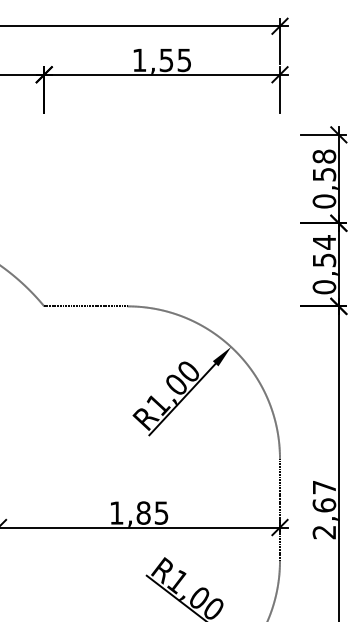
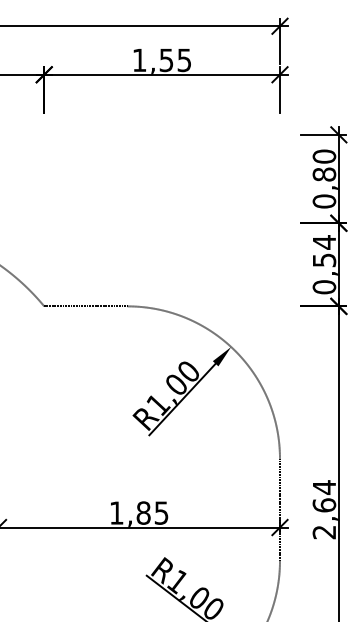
text at (324, 165): 0,58 -> 0,80
text at (324, 487): 2,67 -> 2,64
